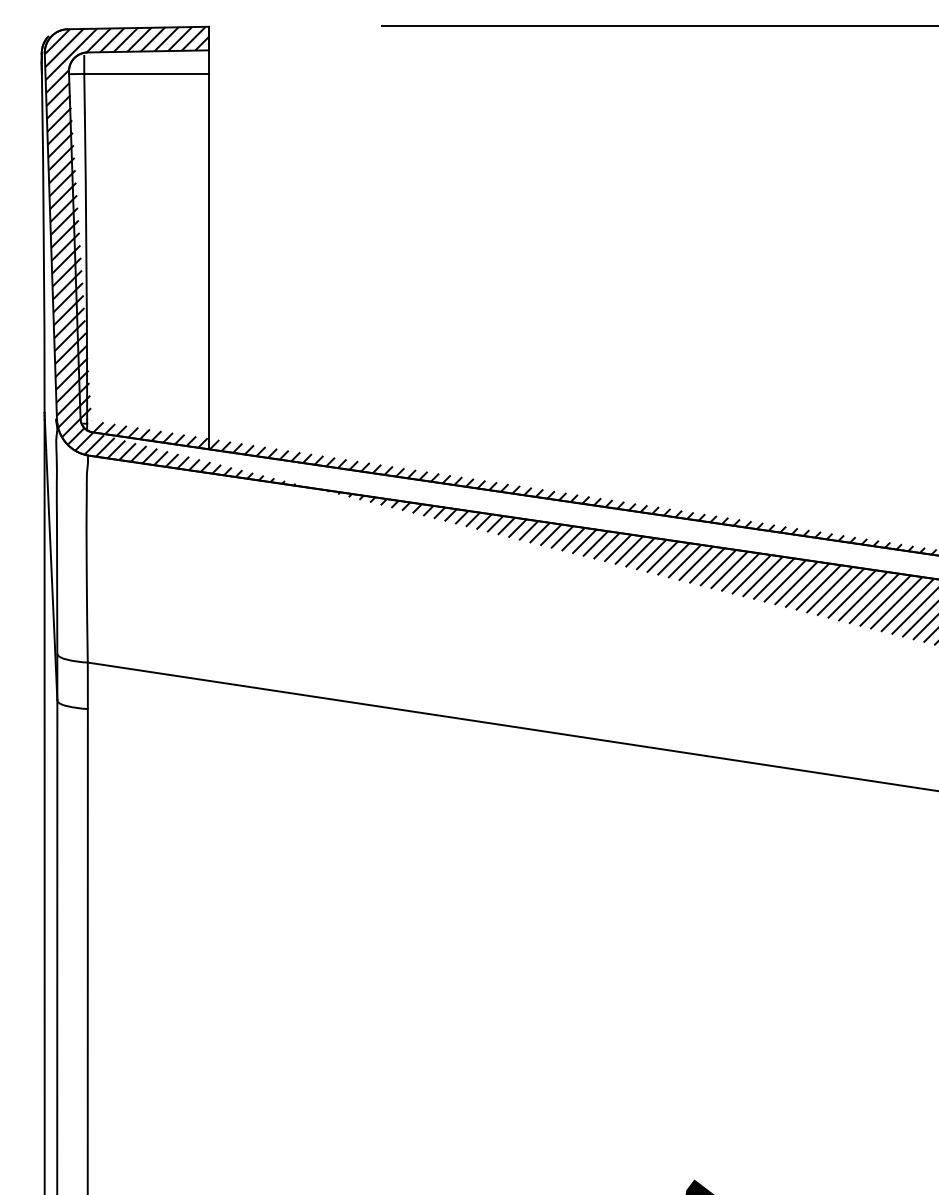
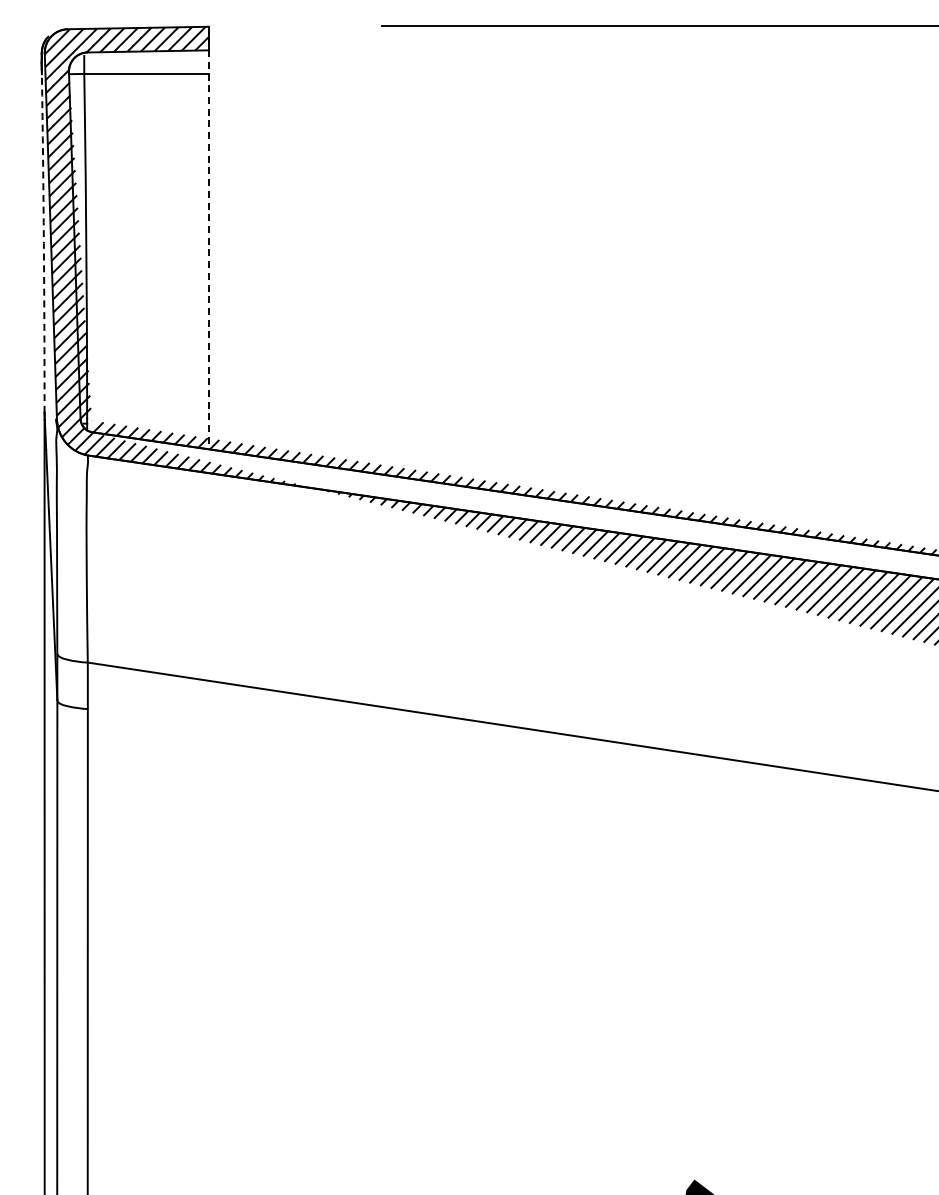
line at (208, 238): solid -> dashed
arc at (43, 243): solid -> dashed
